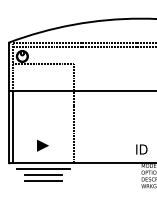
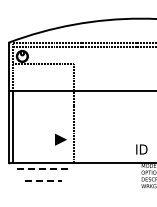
line at (42, 145) position: (42, 145) -> (60, 139)
line at (43, 169): solid -> dashed
line at (42, 175): present -> none
line at (43, 181): solid -> dashed
